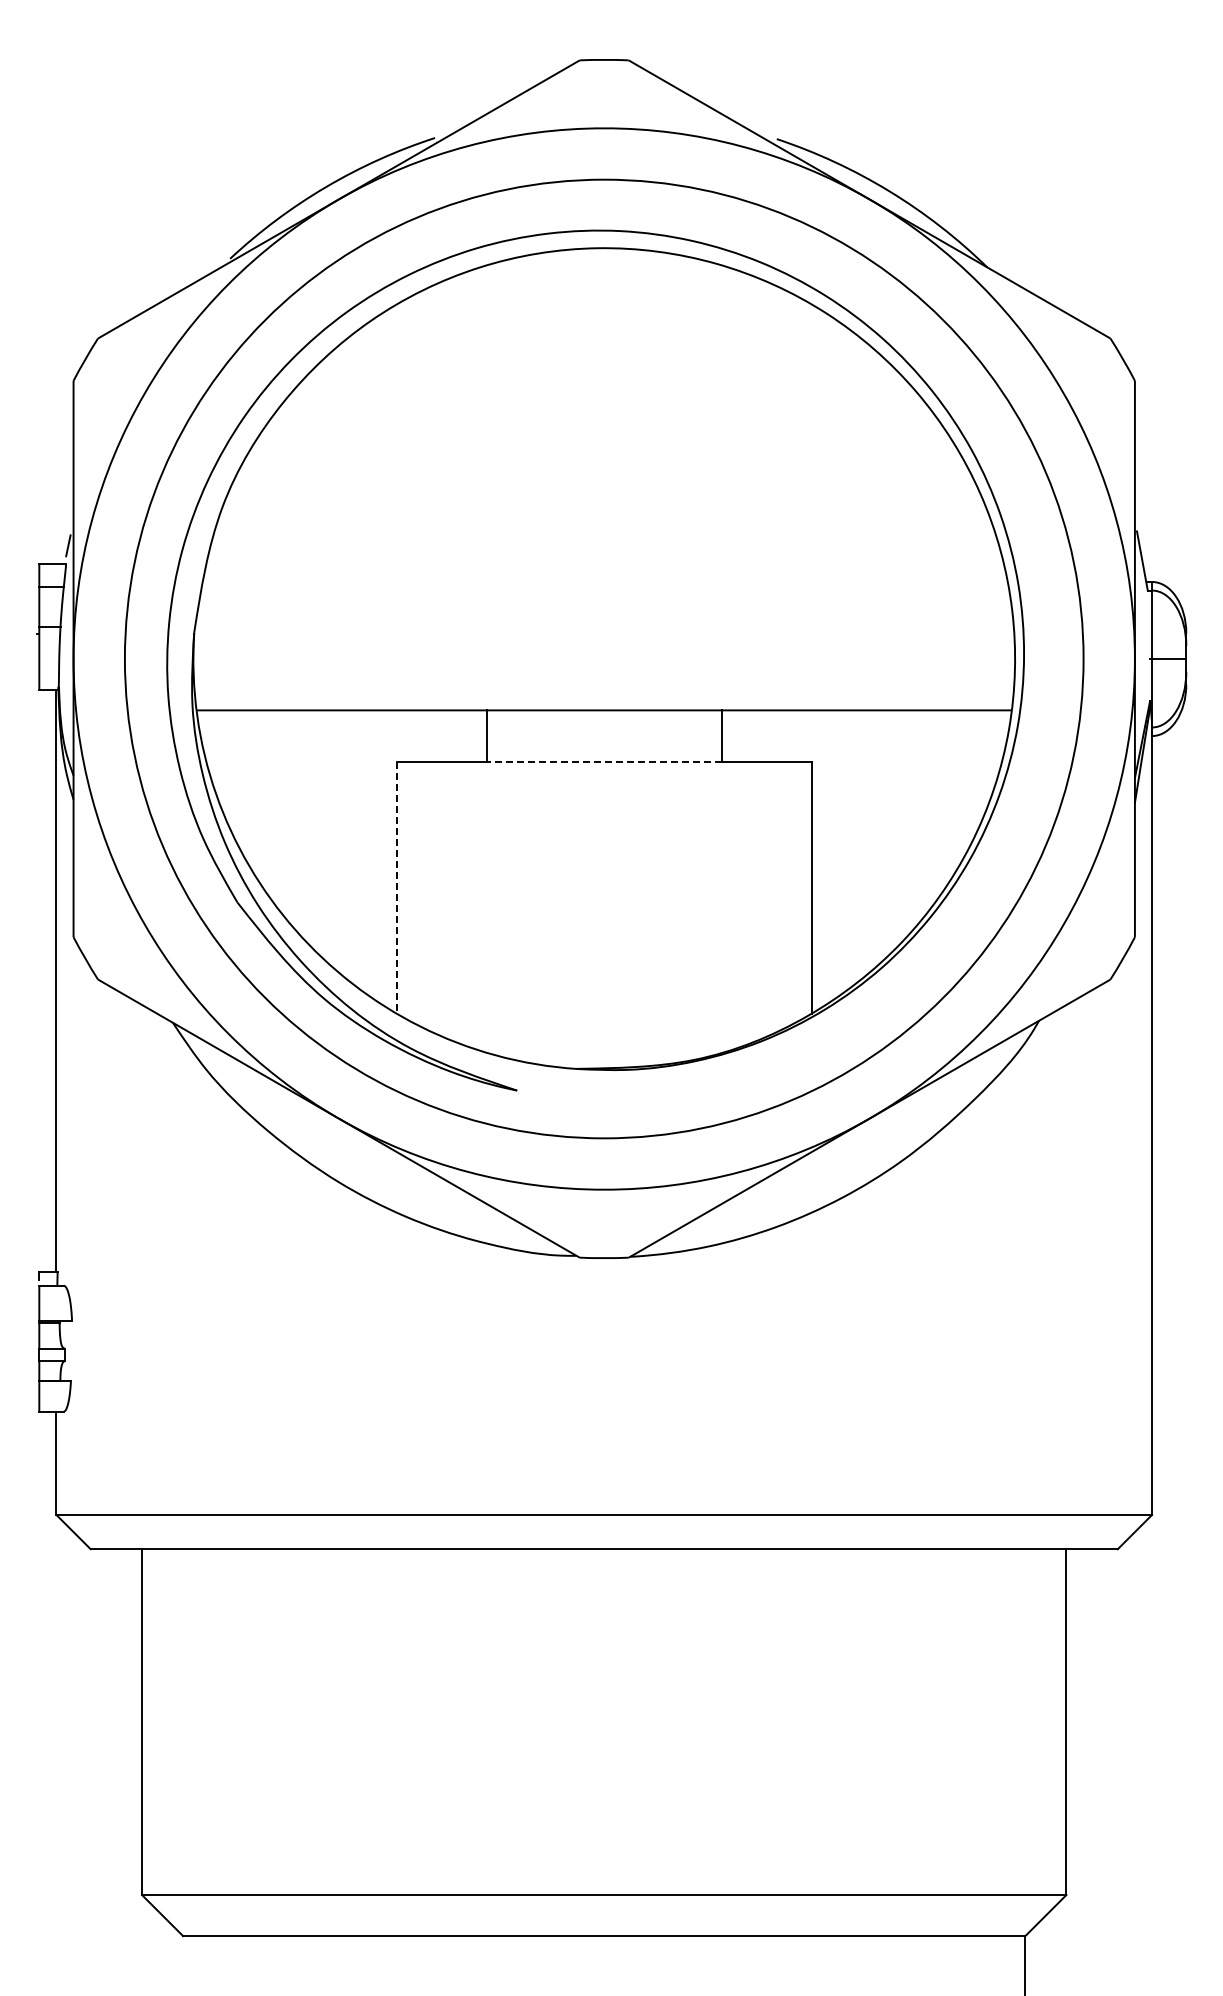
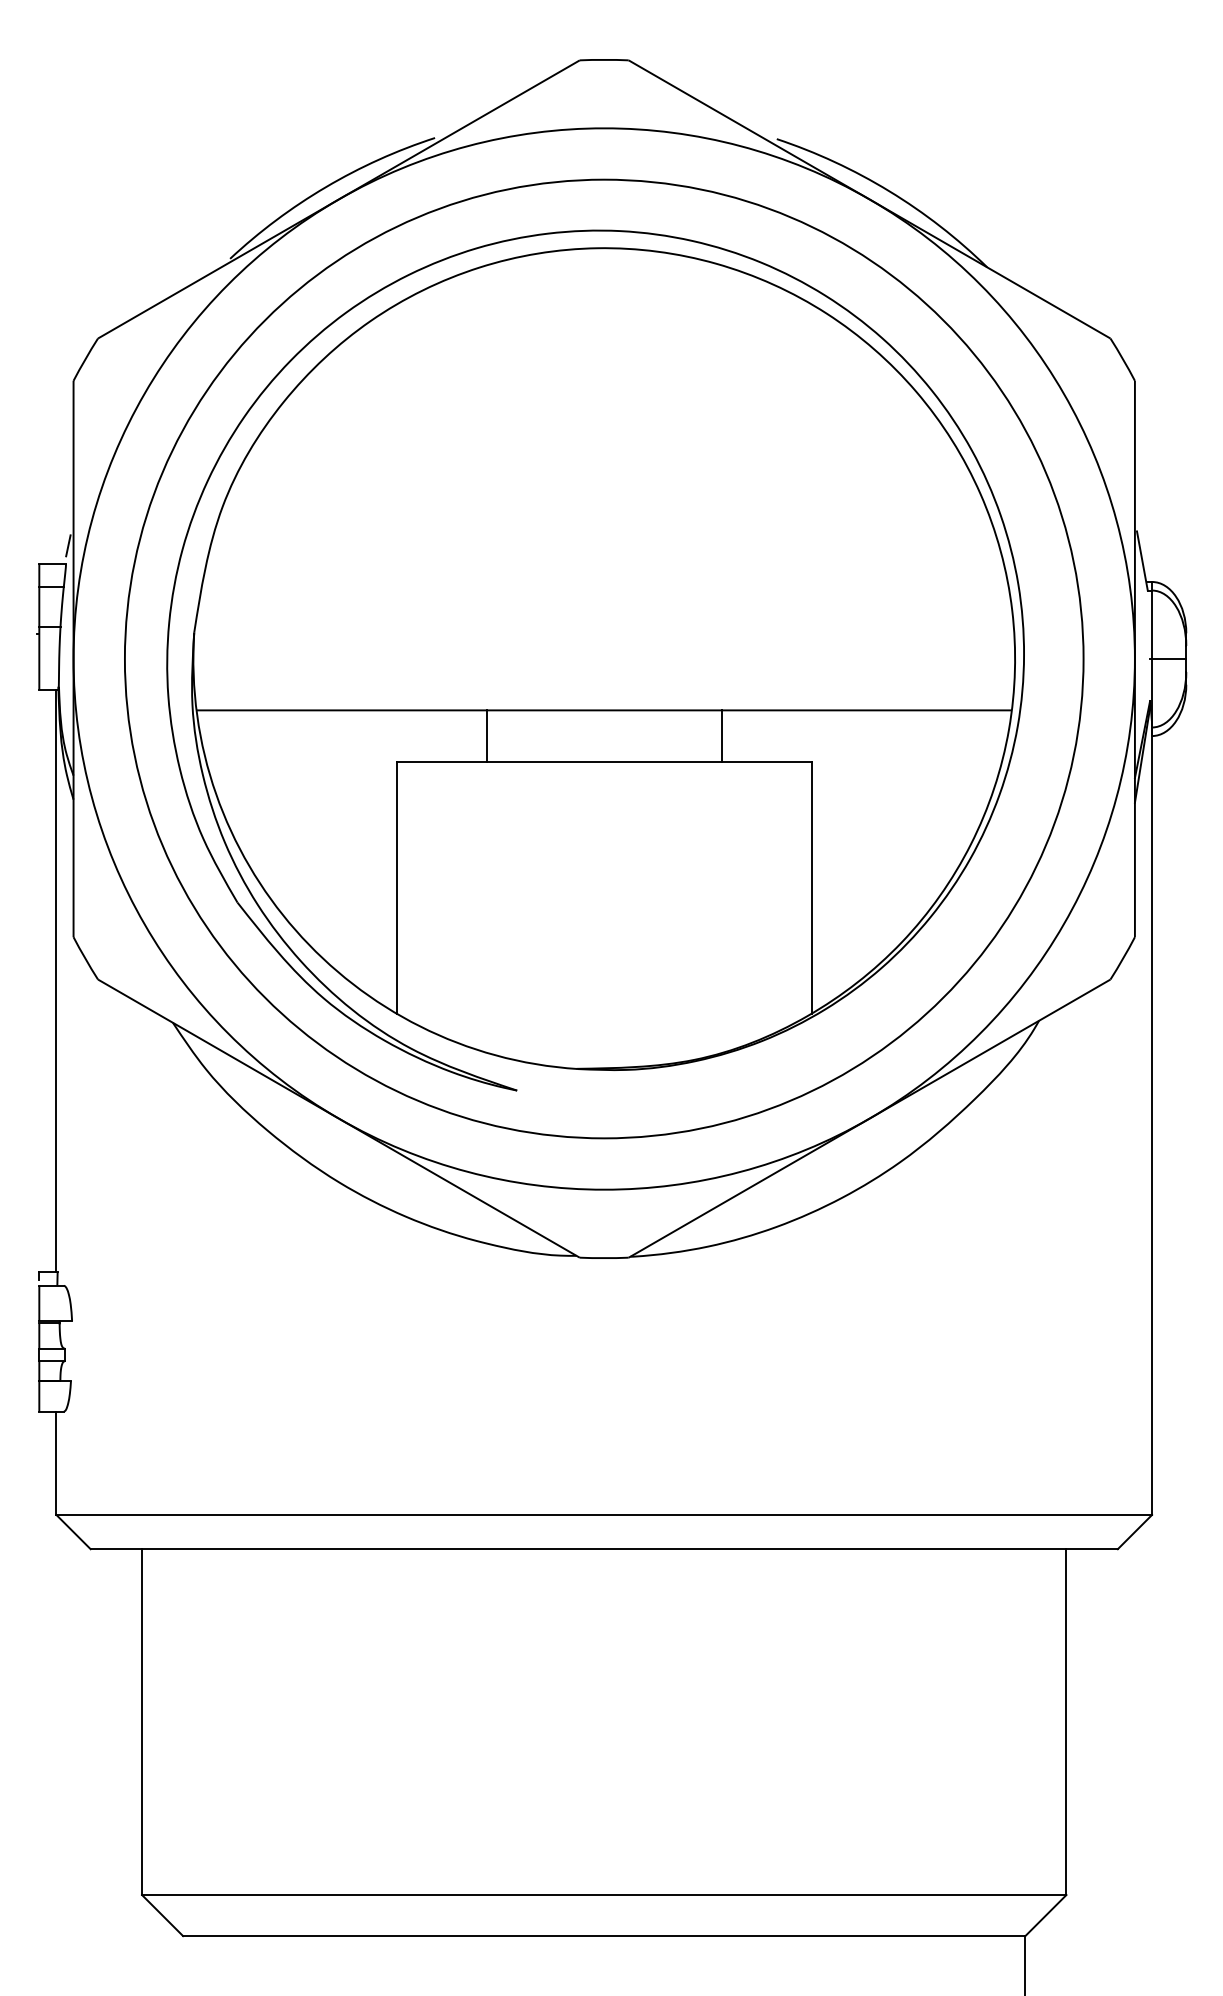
line at (603, 761): dashed -> solid
line at (396, 887): dashed -> solid
